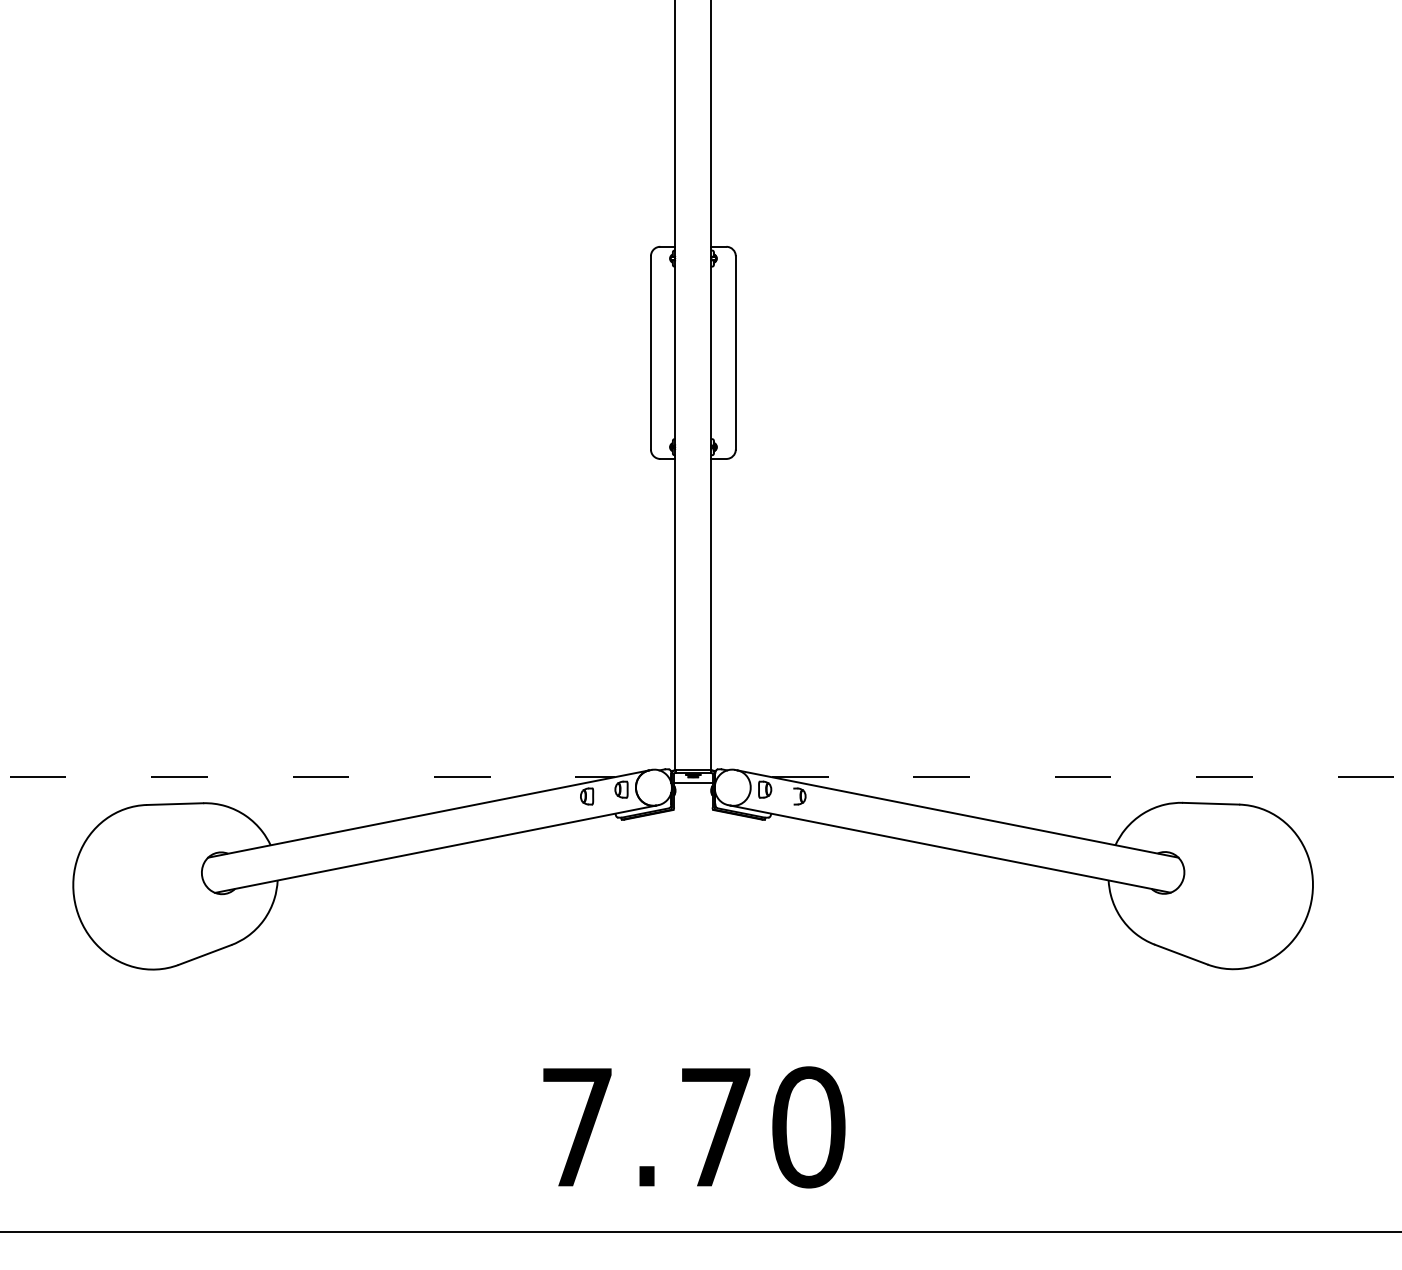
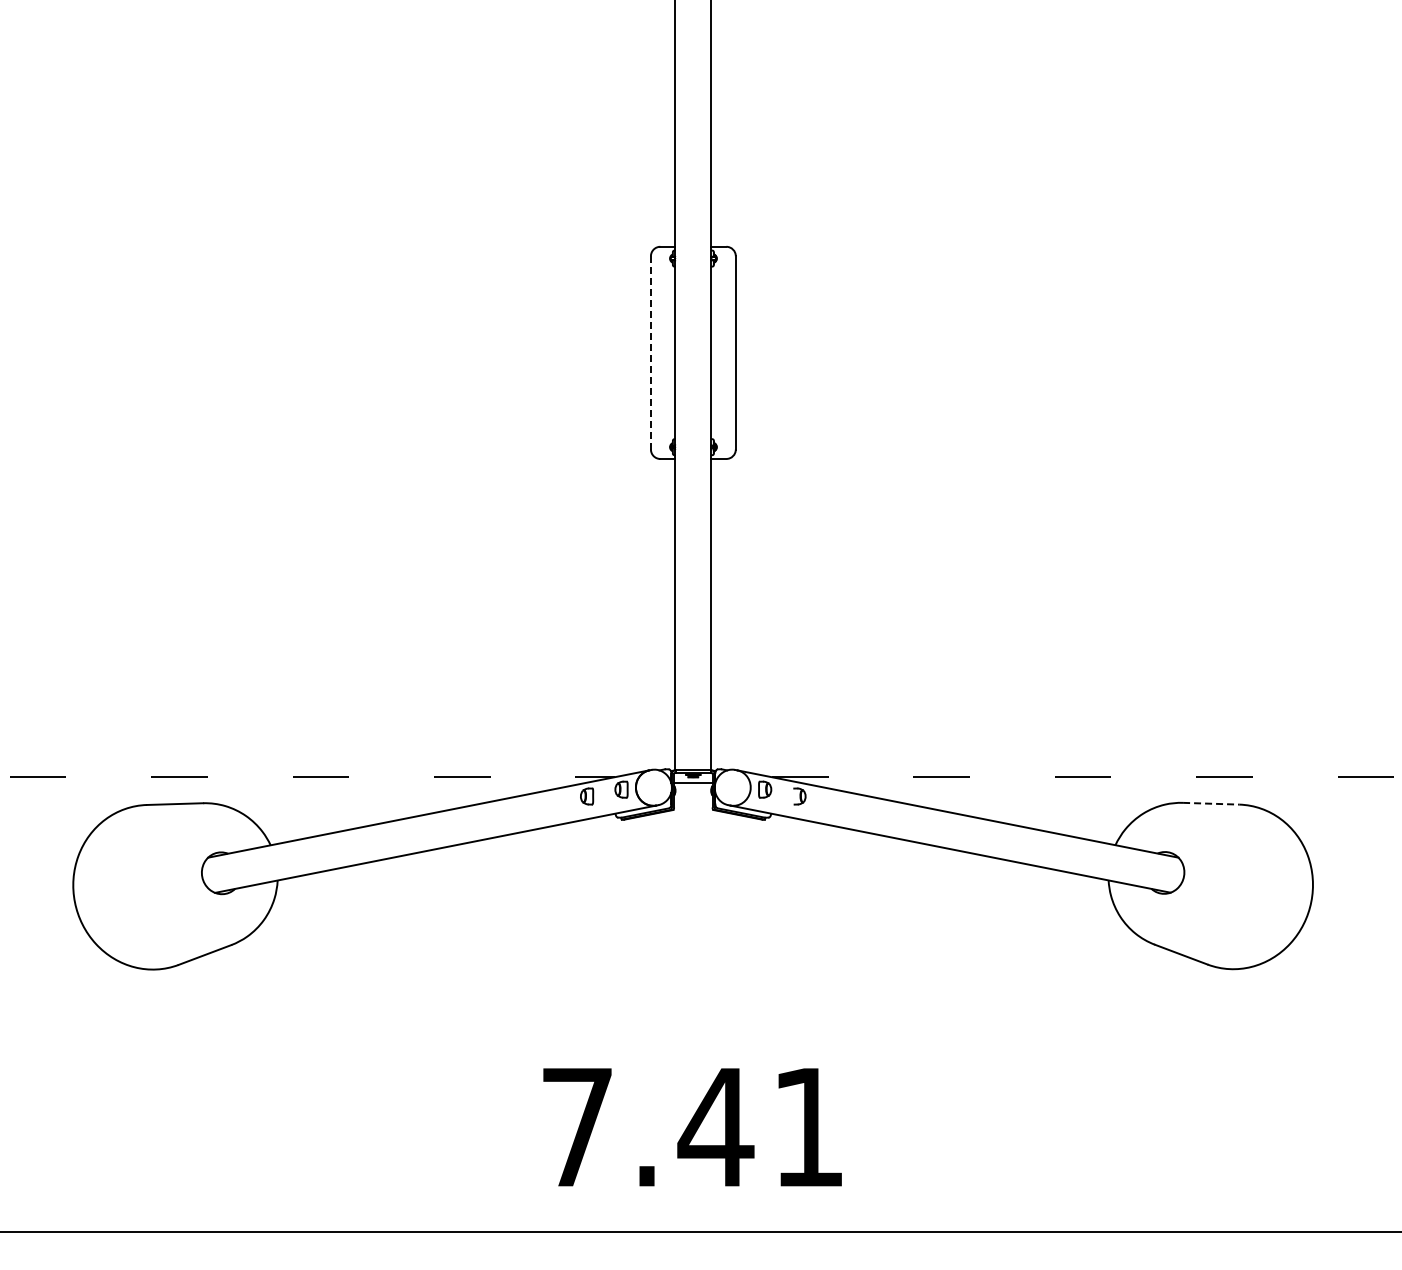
line at (650, 352): solid -> dashed
line at (1211, 803): solid -> dashed
text at (761, 1127): 7.70 -> 7.41
